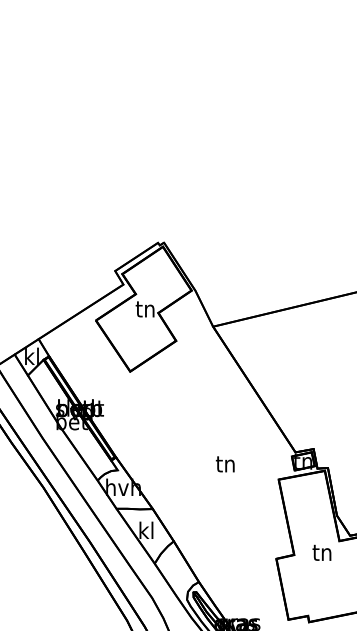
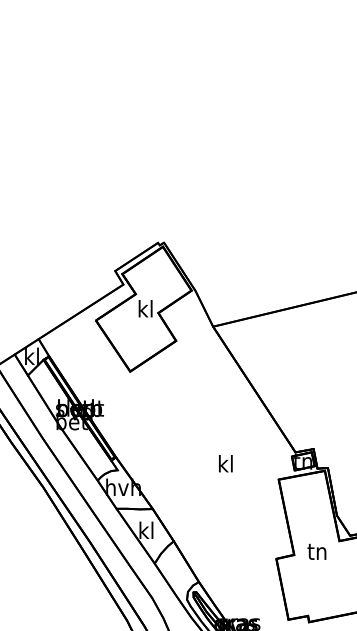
text at (144, 308): tn -> kl
text at (224, 463): tn -> kl
text at (321, 552) position: (321, 552) -> (316, 551)
